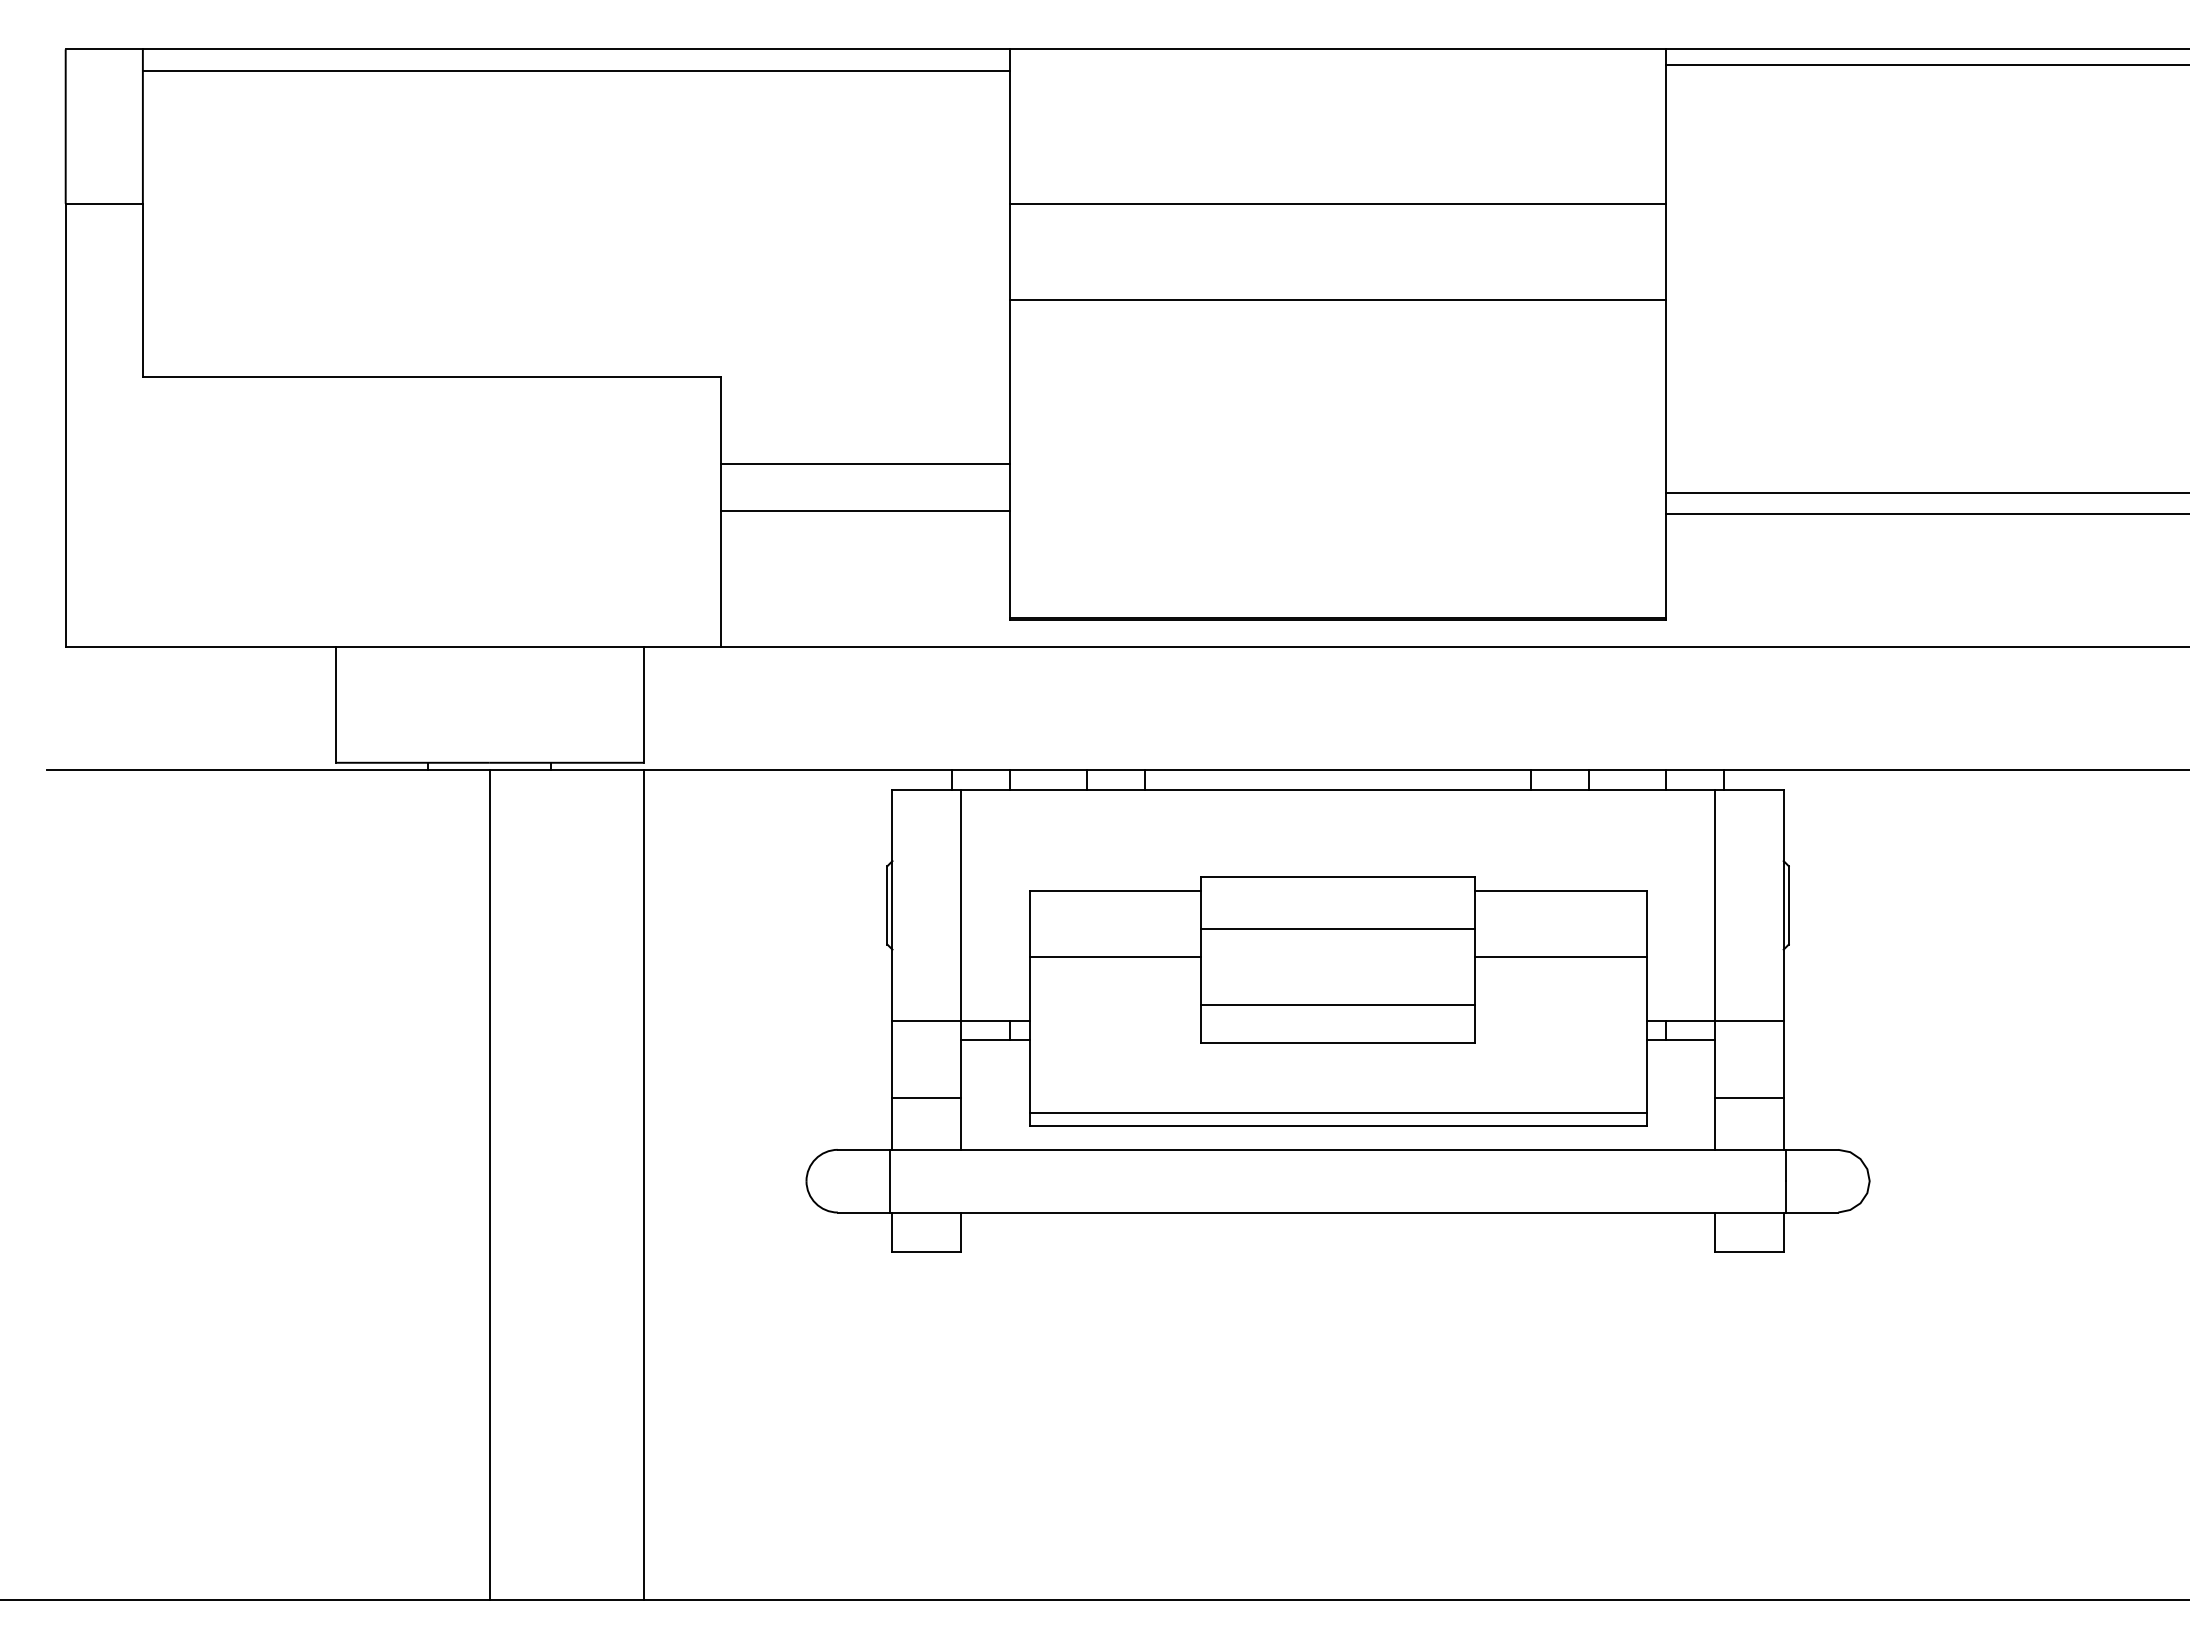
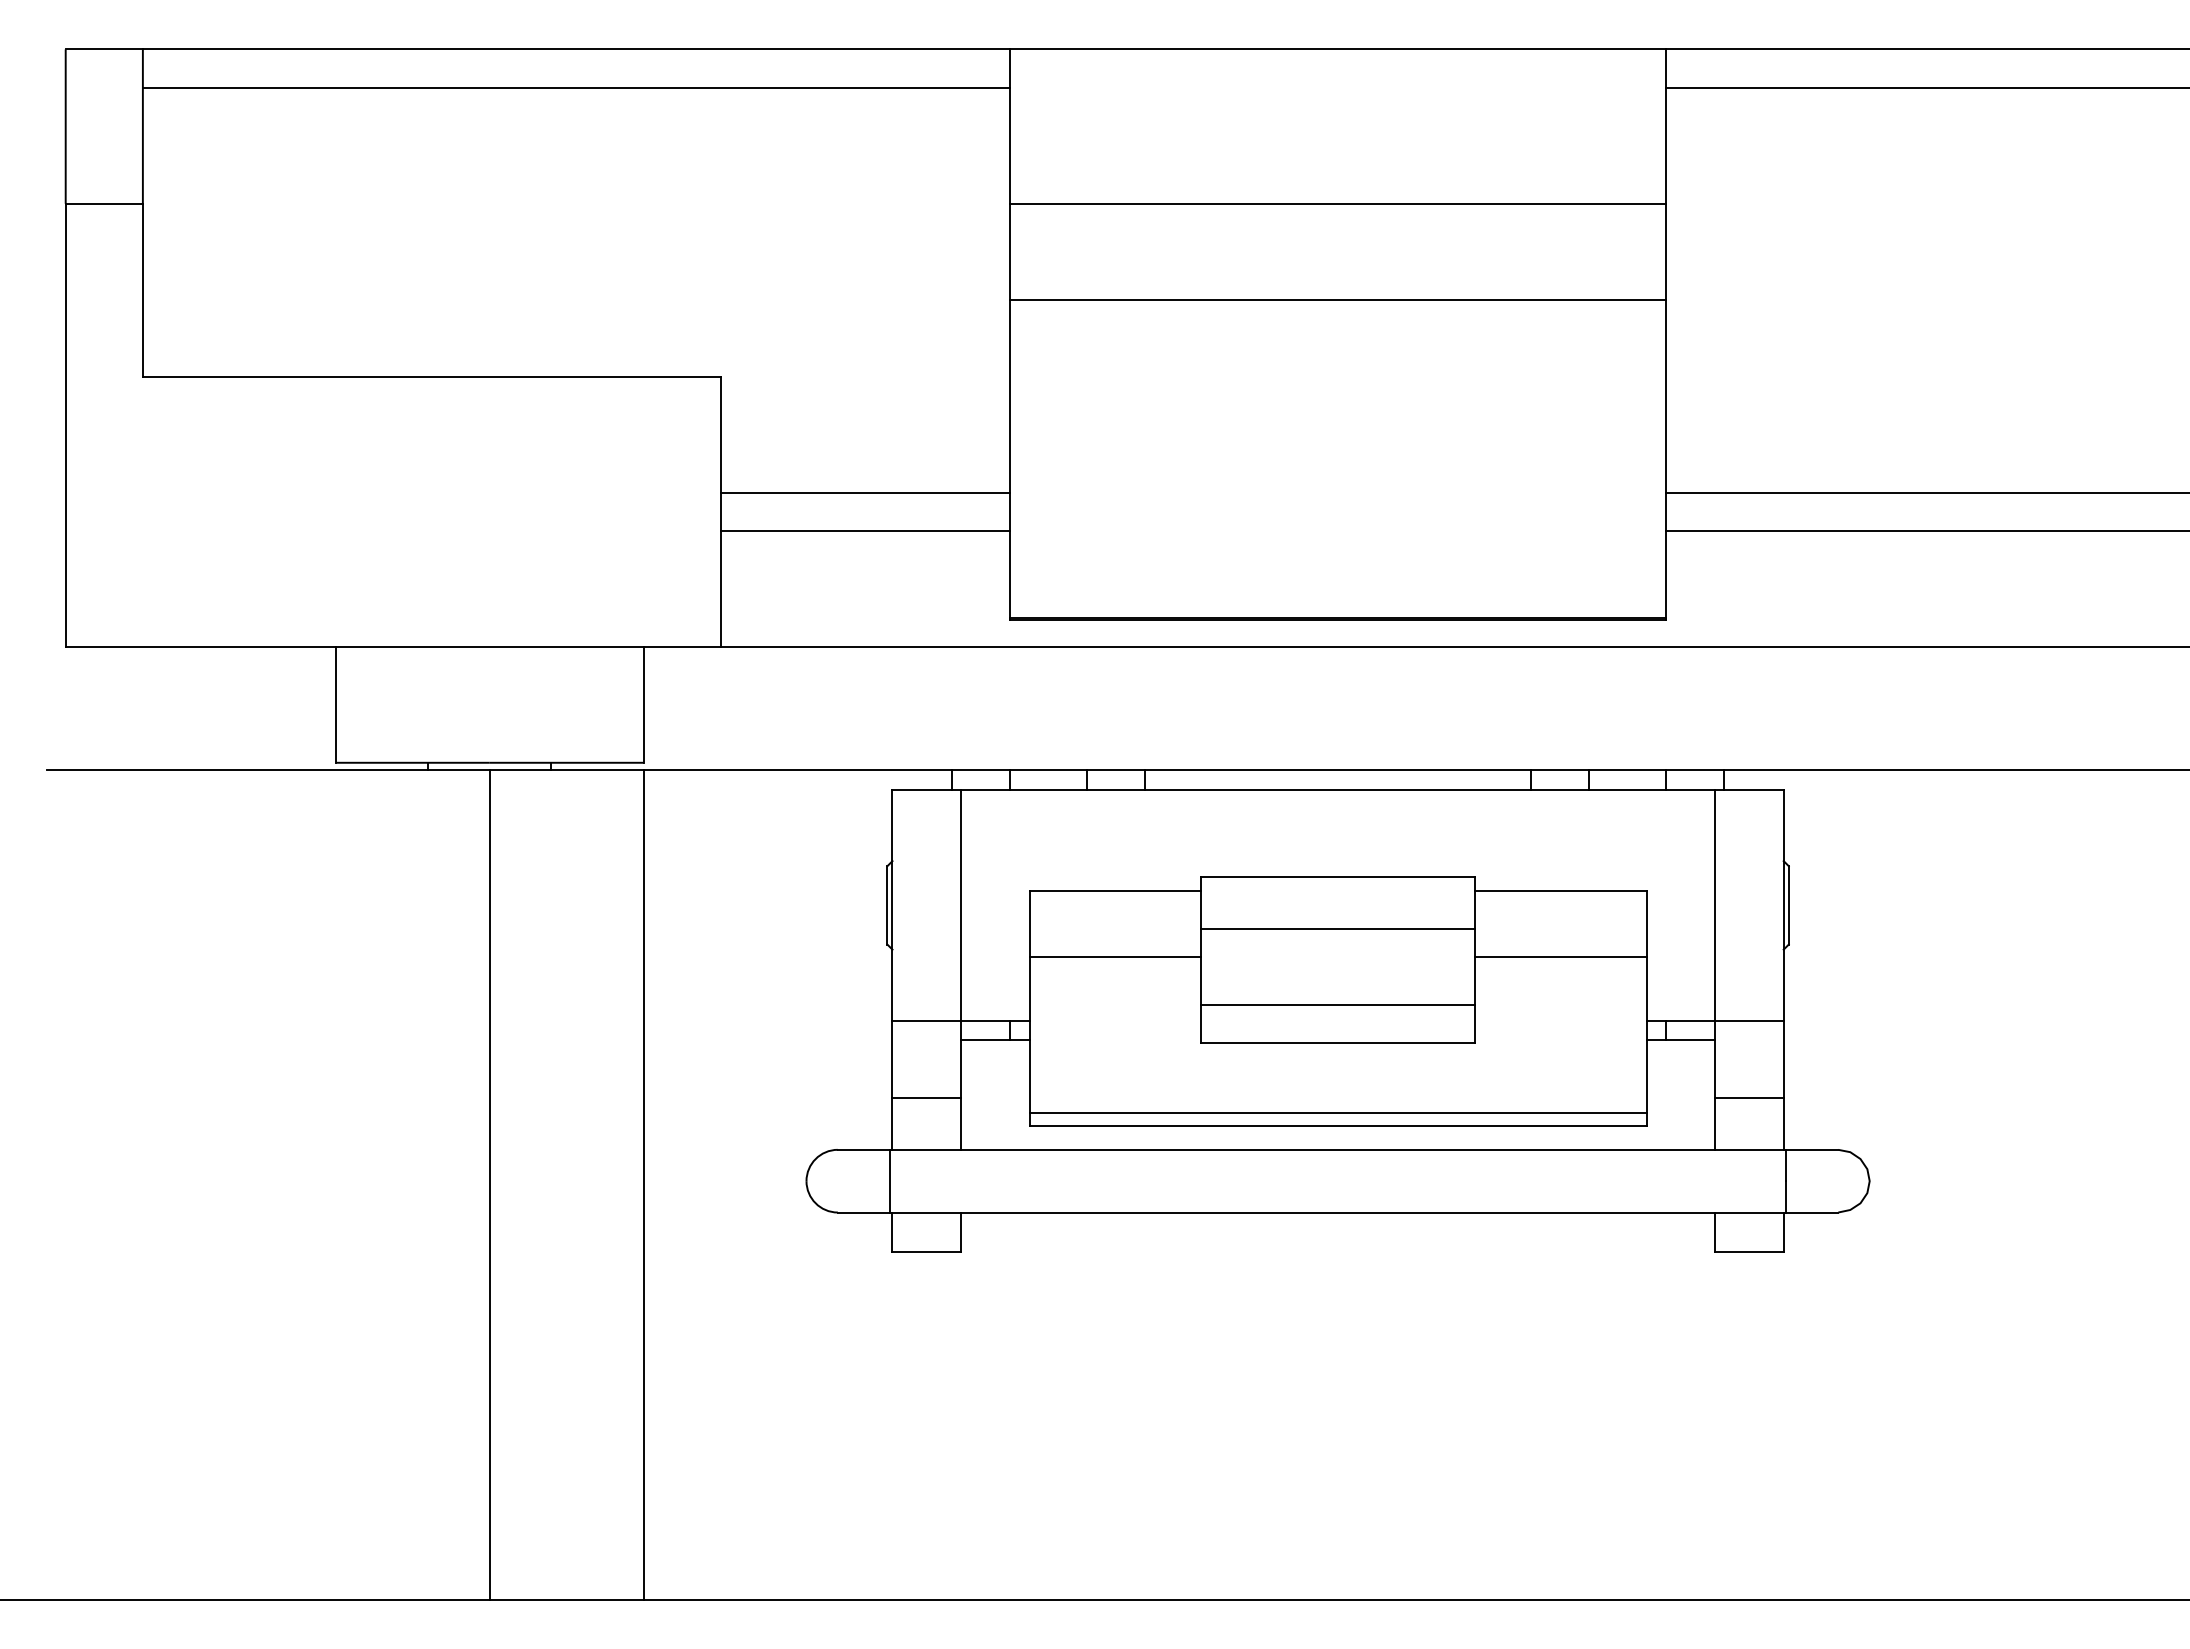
line at (1925, 65) position: (1925, 65) -> (1925, 88)
line at (576, 71) position: (576, 71) -> (576, 88)
line at (865, 463) position: (865, 463) -> (865, 492)
line at (865, 511) position: (865, 511) -> (865, 531)
line at (1925, 514) position: (1925, 514) -> (1925, 531)
